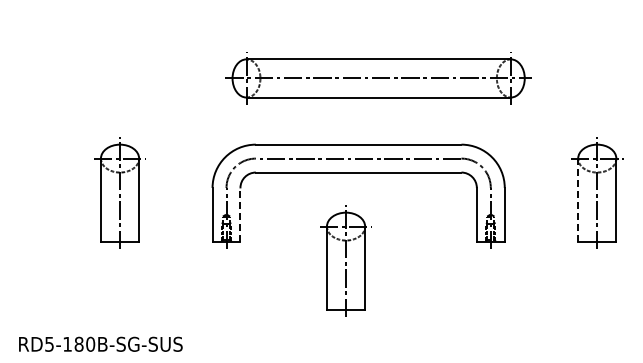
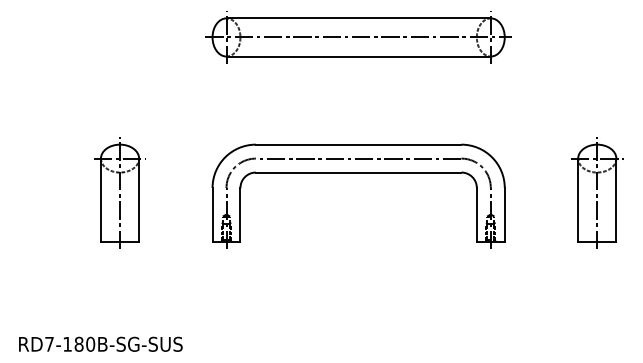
part at (378, 78) position: (378, 78) -> (358, 37)
line at (578, 199): dashed -> solid
line at (240, 214): dashed -> solid
part at (345, 260): present -> none
text at (49, 344): RD5-180B-SG-SUS -> RD7-180B-SG-SUS
